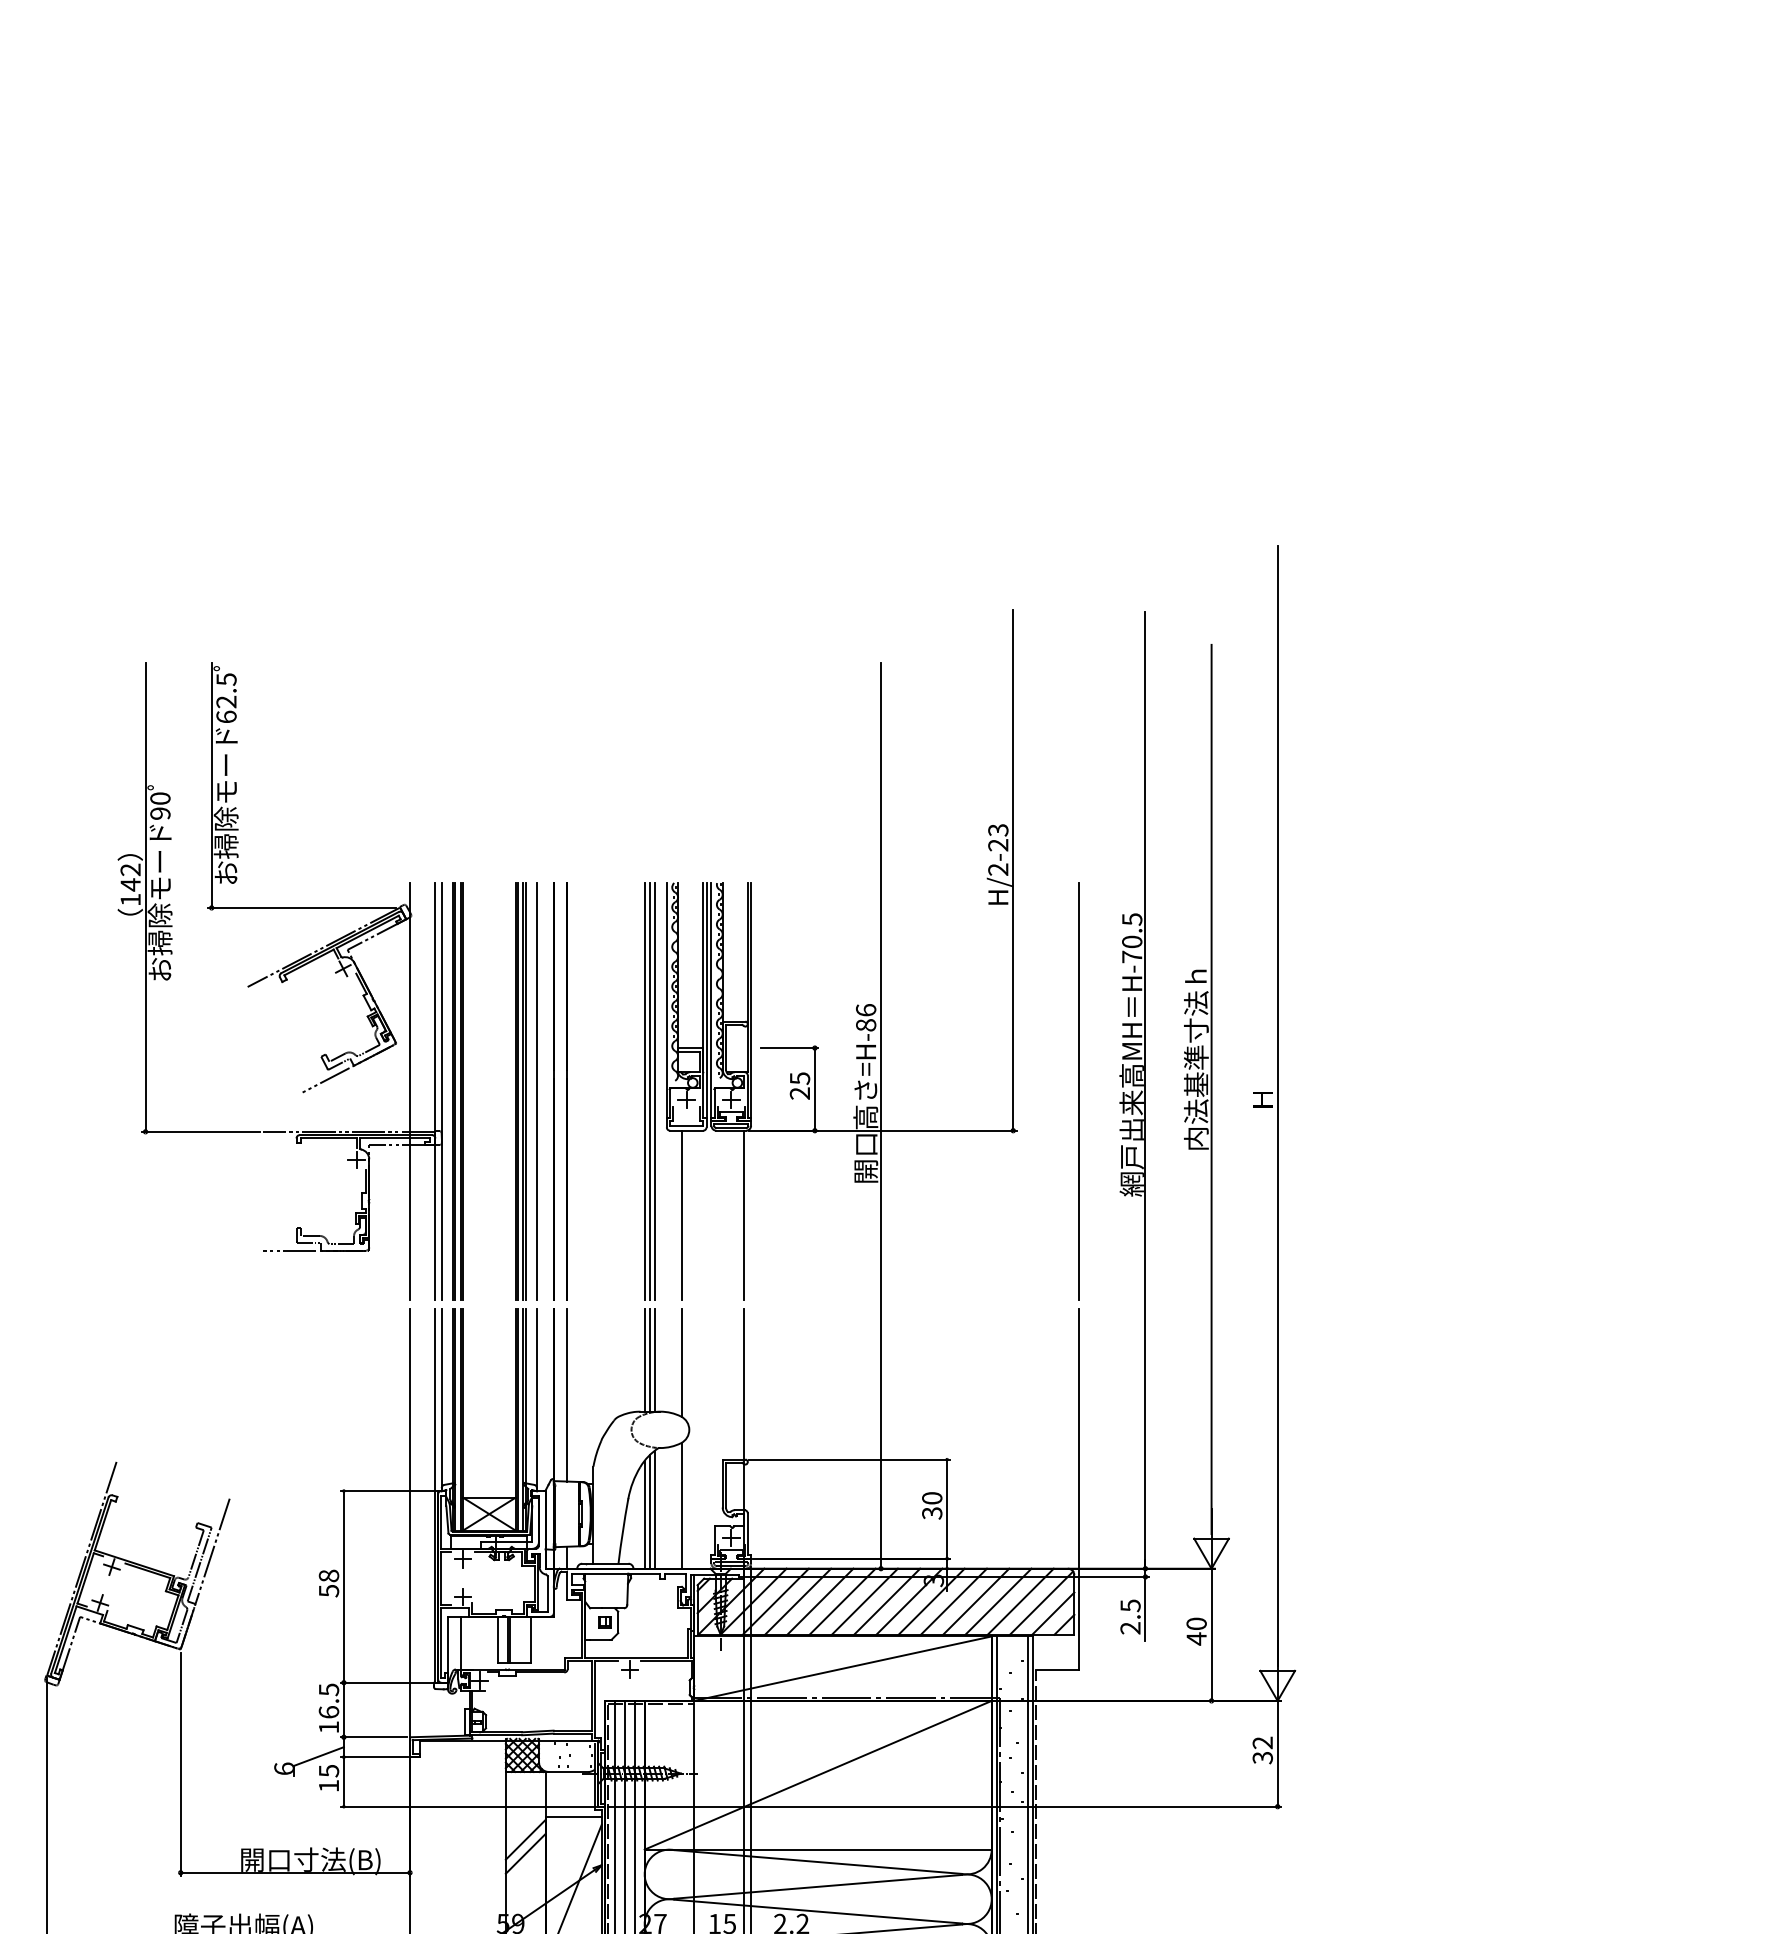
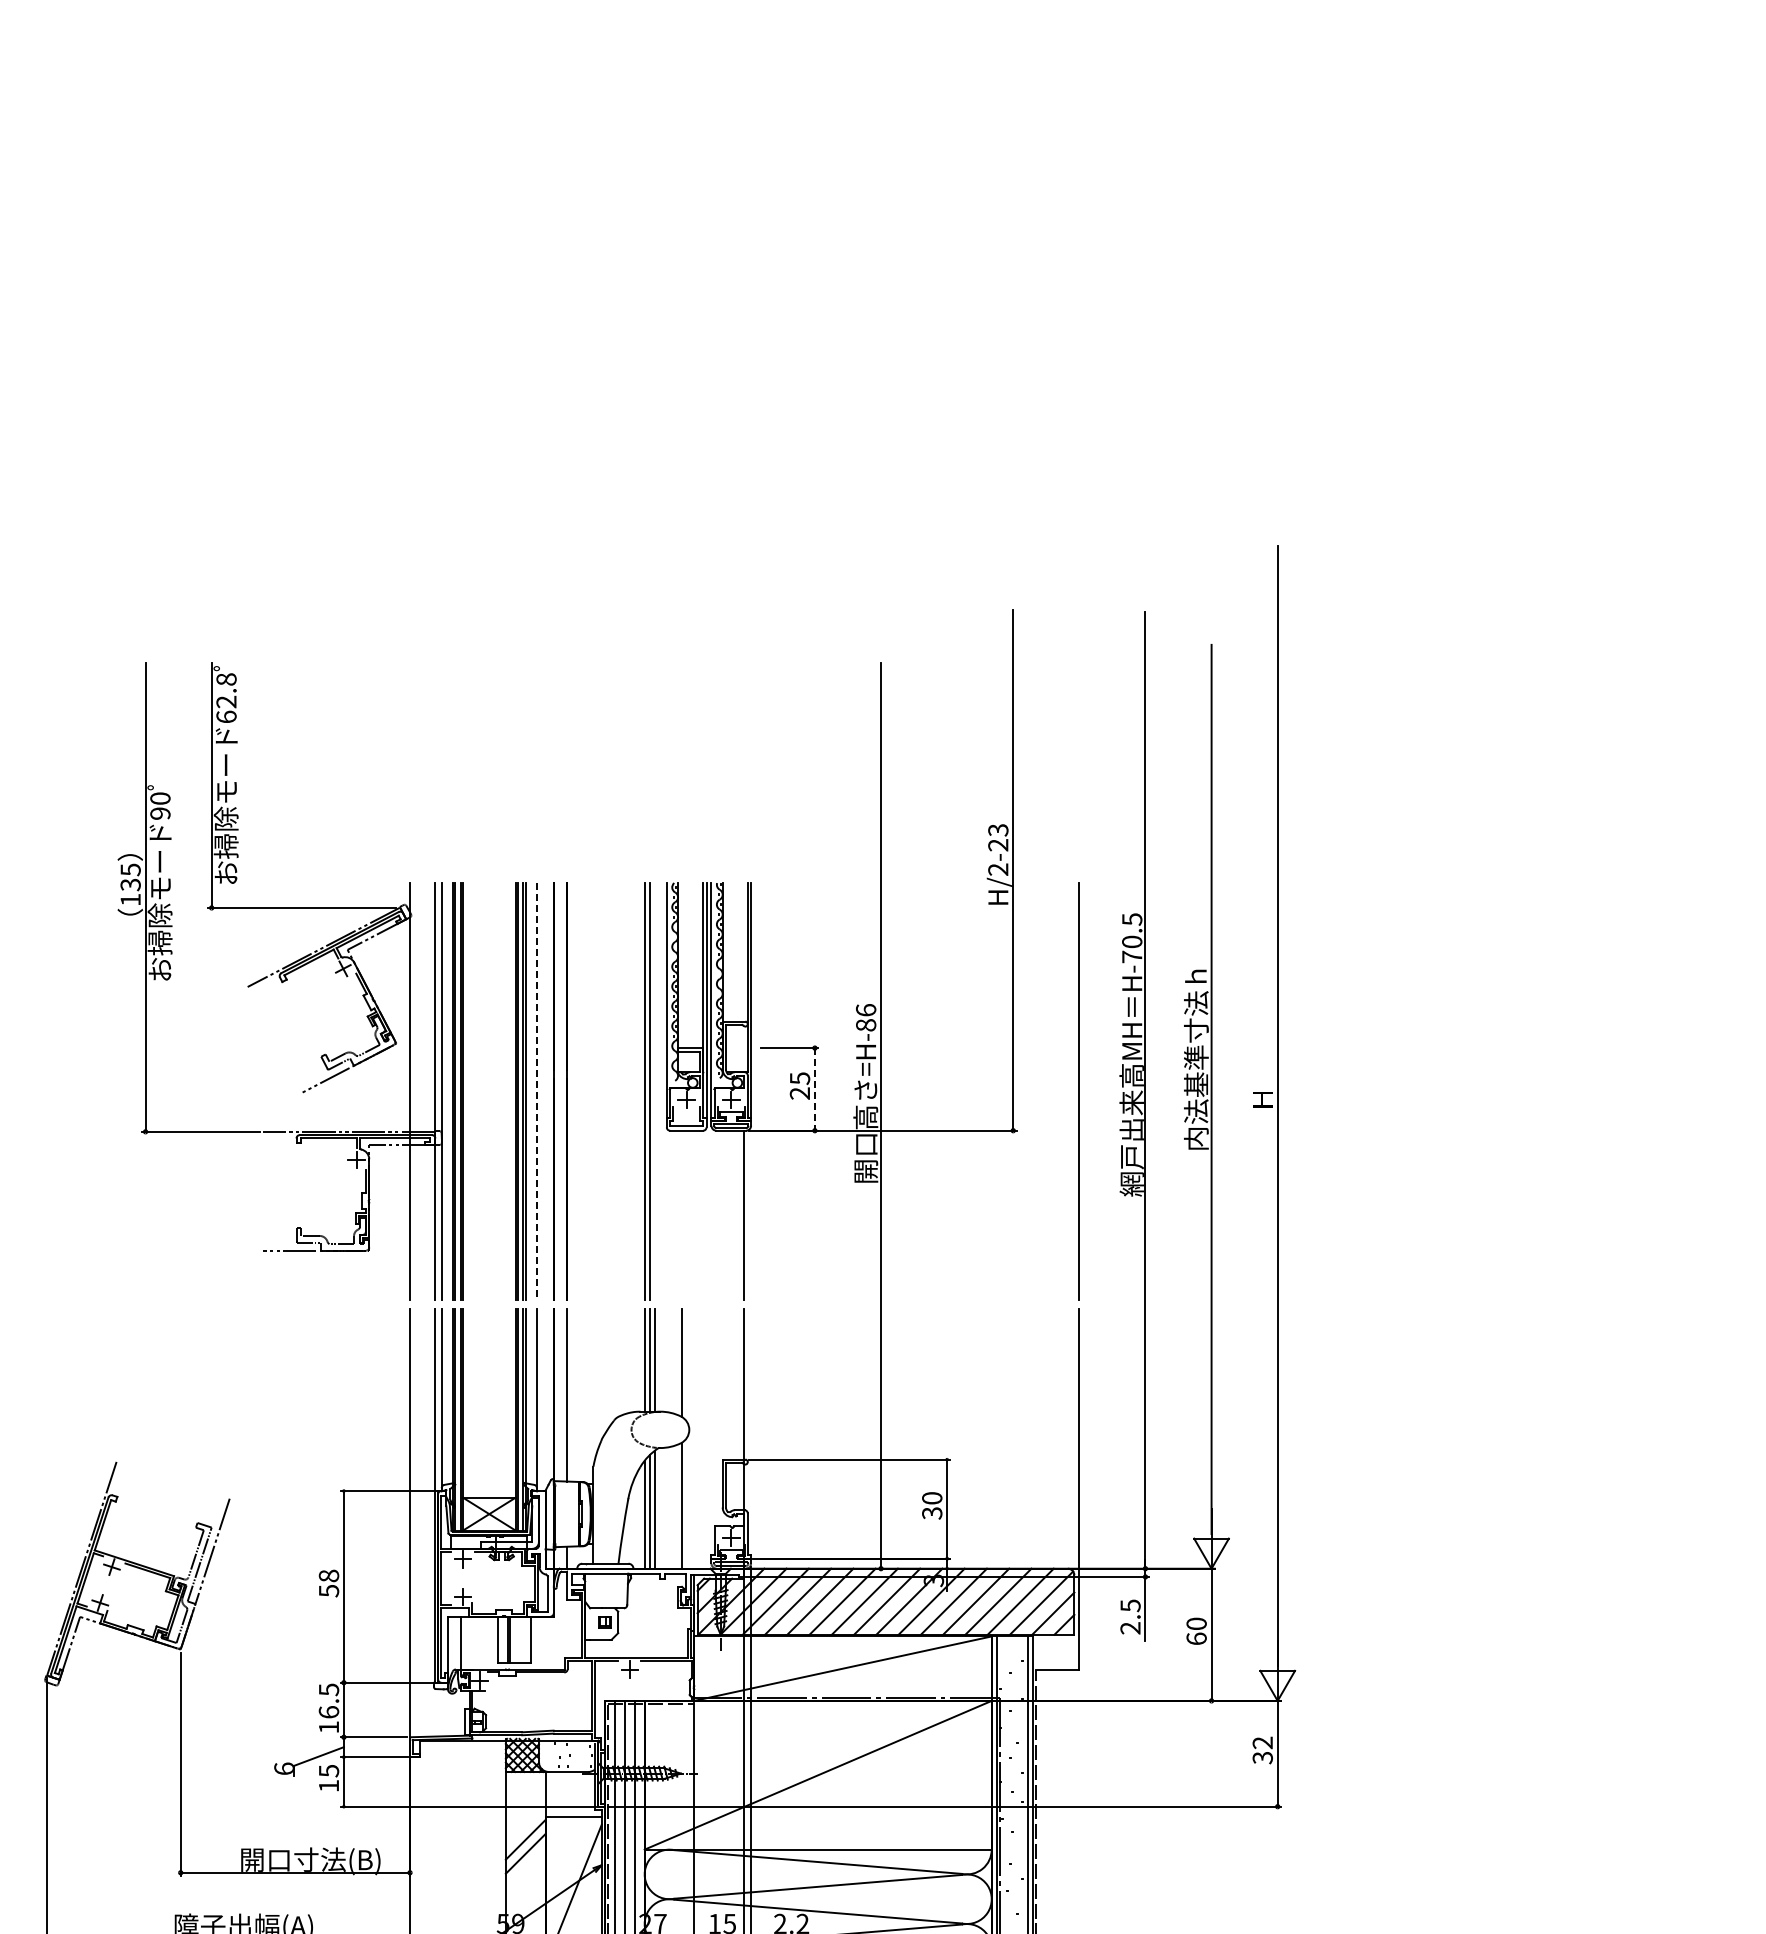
text at (226, 679): 62.5 -> 62.8
text at (130, 877): 142 -> 135
line at (814, 1089): solid -> dashed
line at (536, 1091): solid -> dashed
line at (654, 1091): present -> none
line at (681, 1214): present -> none
text at (1196, 1638): 40 -> 60
